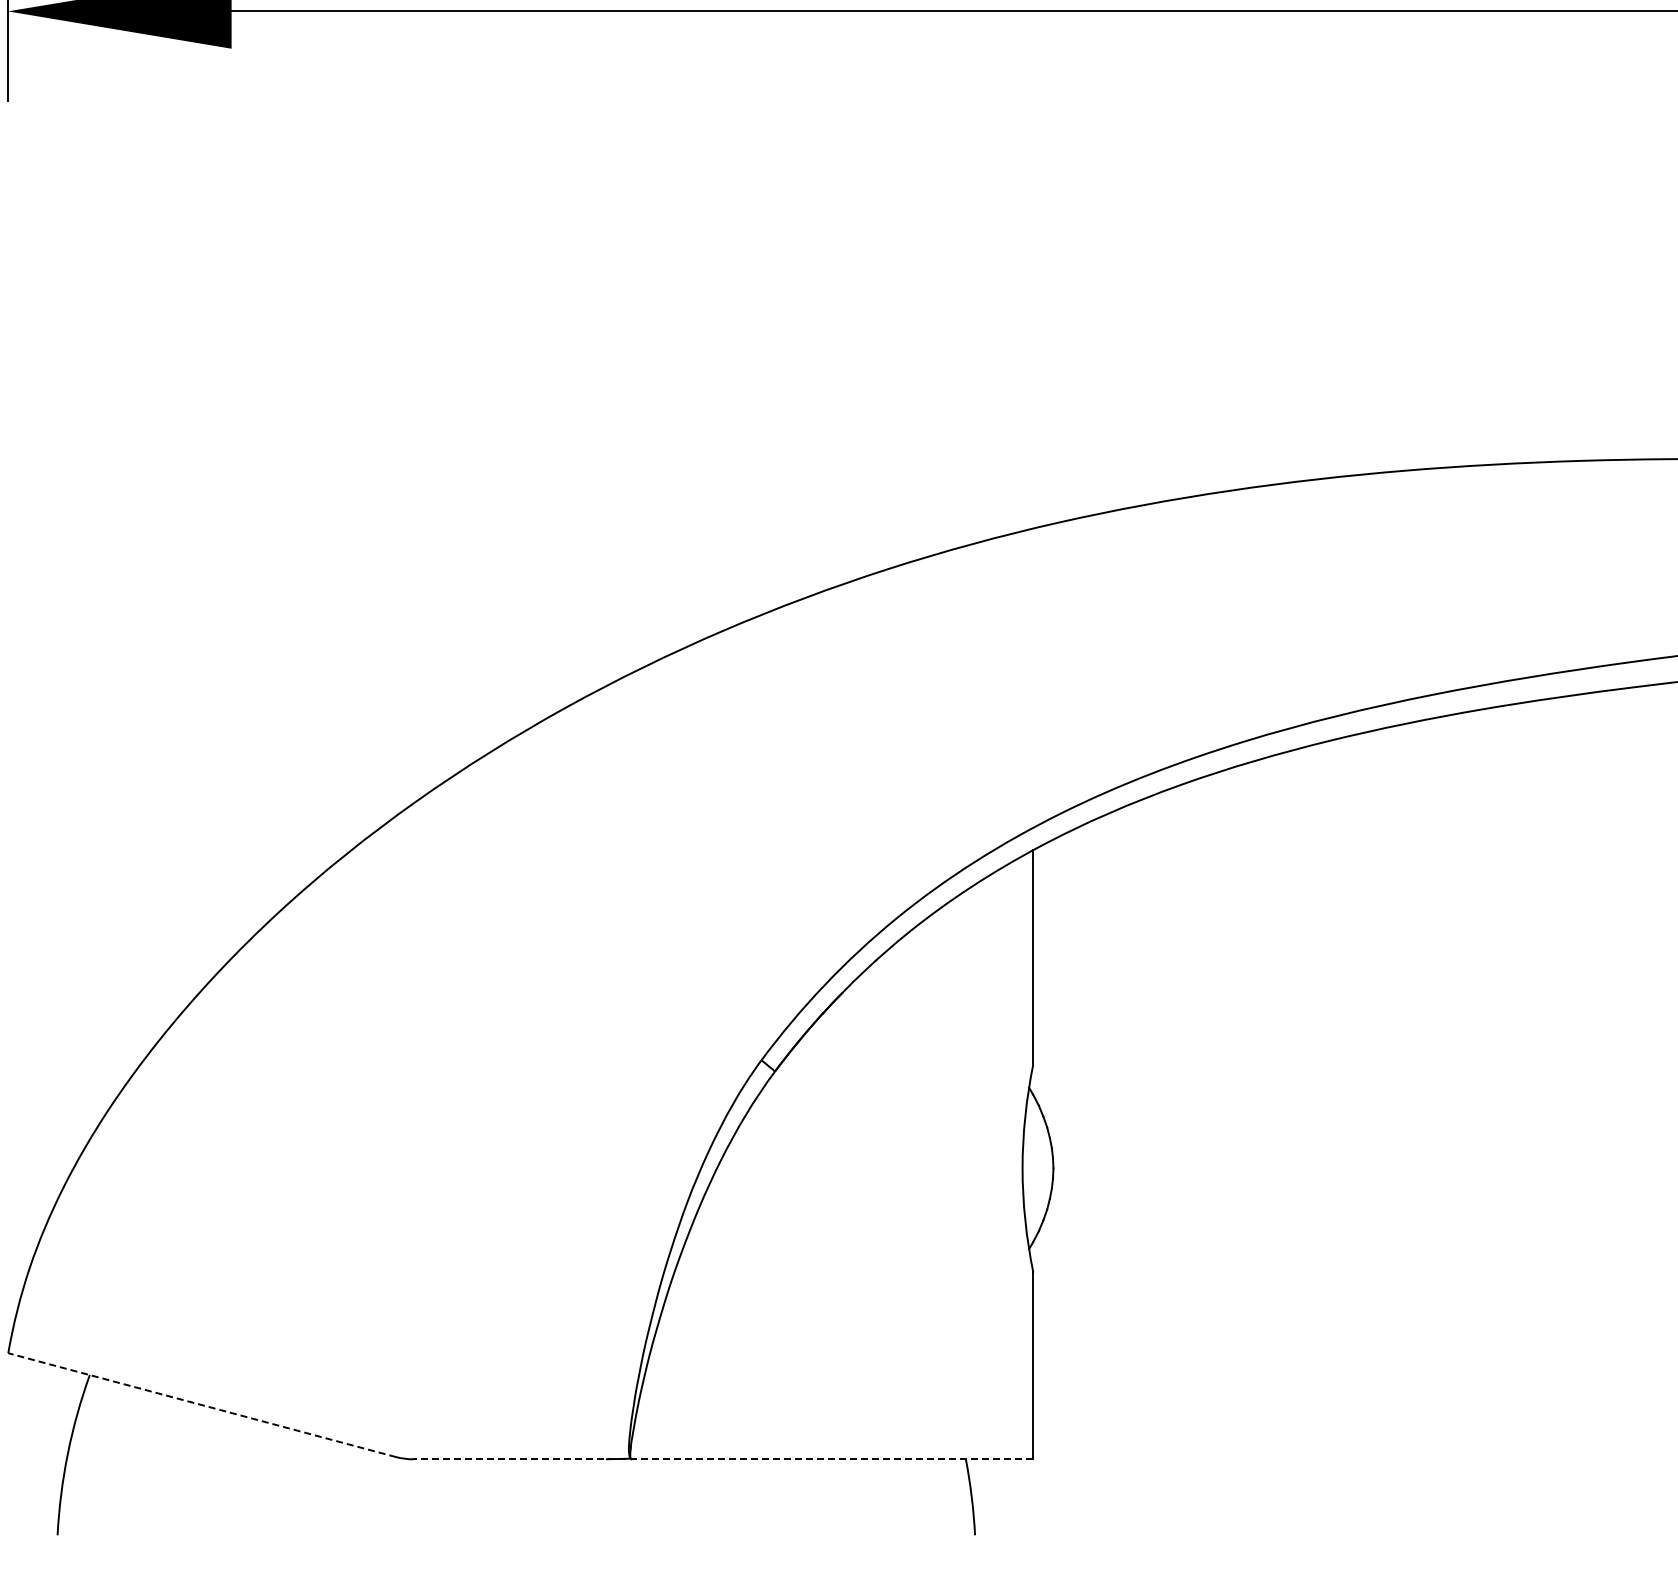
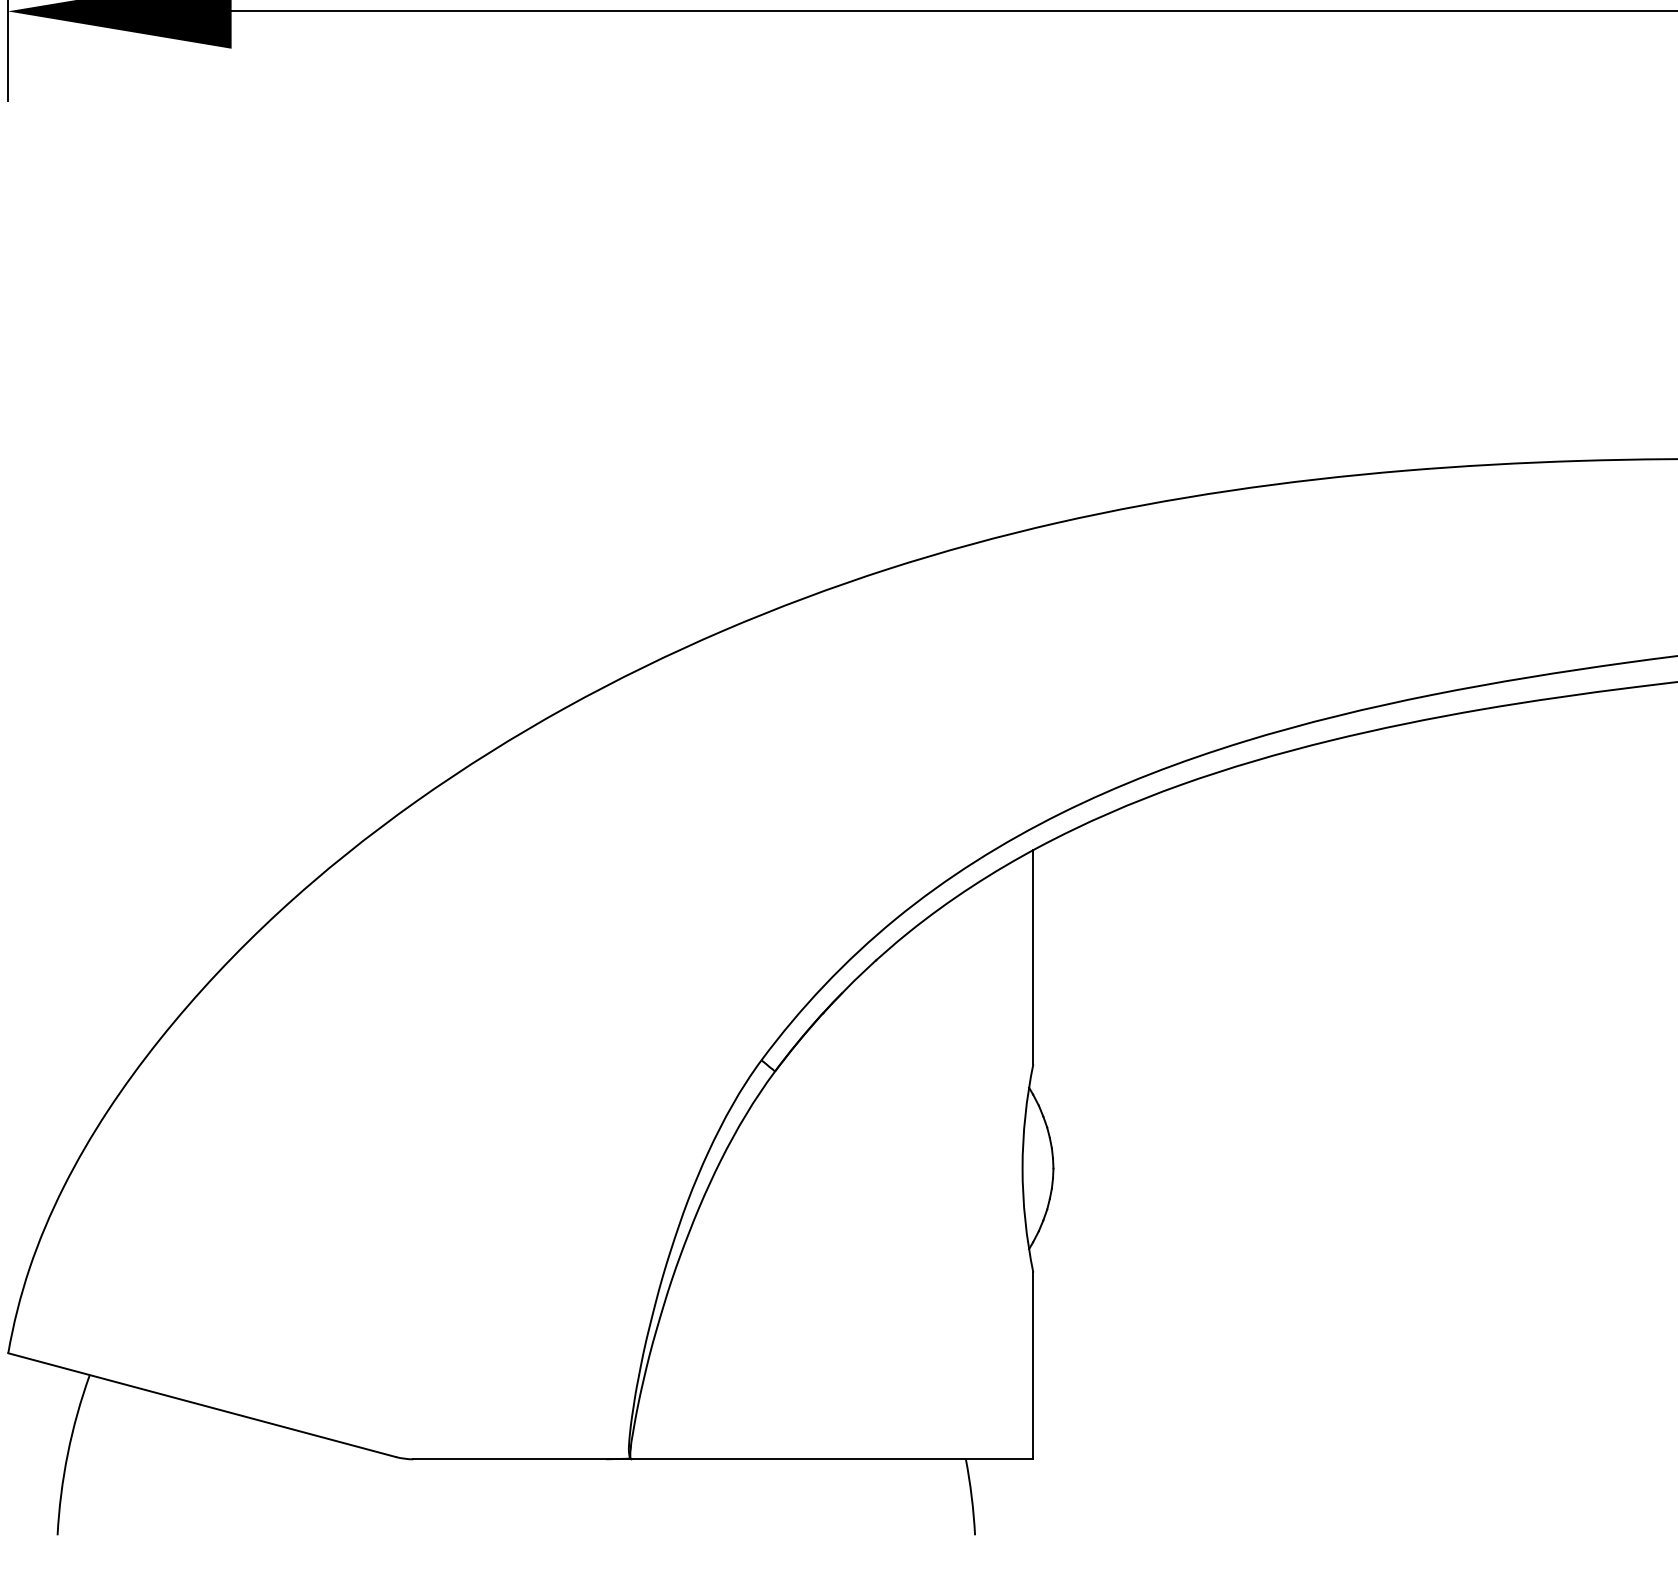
line at (202, 1405): dashed -> solid
line at (722, 1459): dashed -> solid
